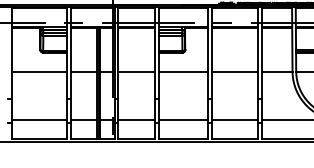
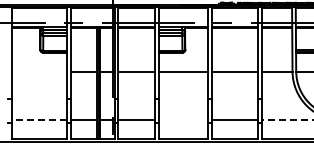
line at (38, 71): present -> none
line at (39, 120): solid -> dashed
line at (183, 120): present -> none
line at (287, 120): solid -> dashed
